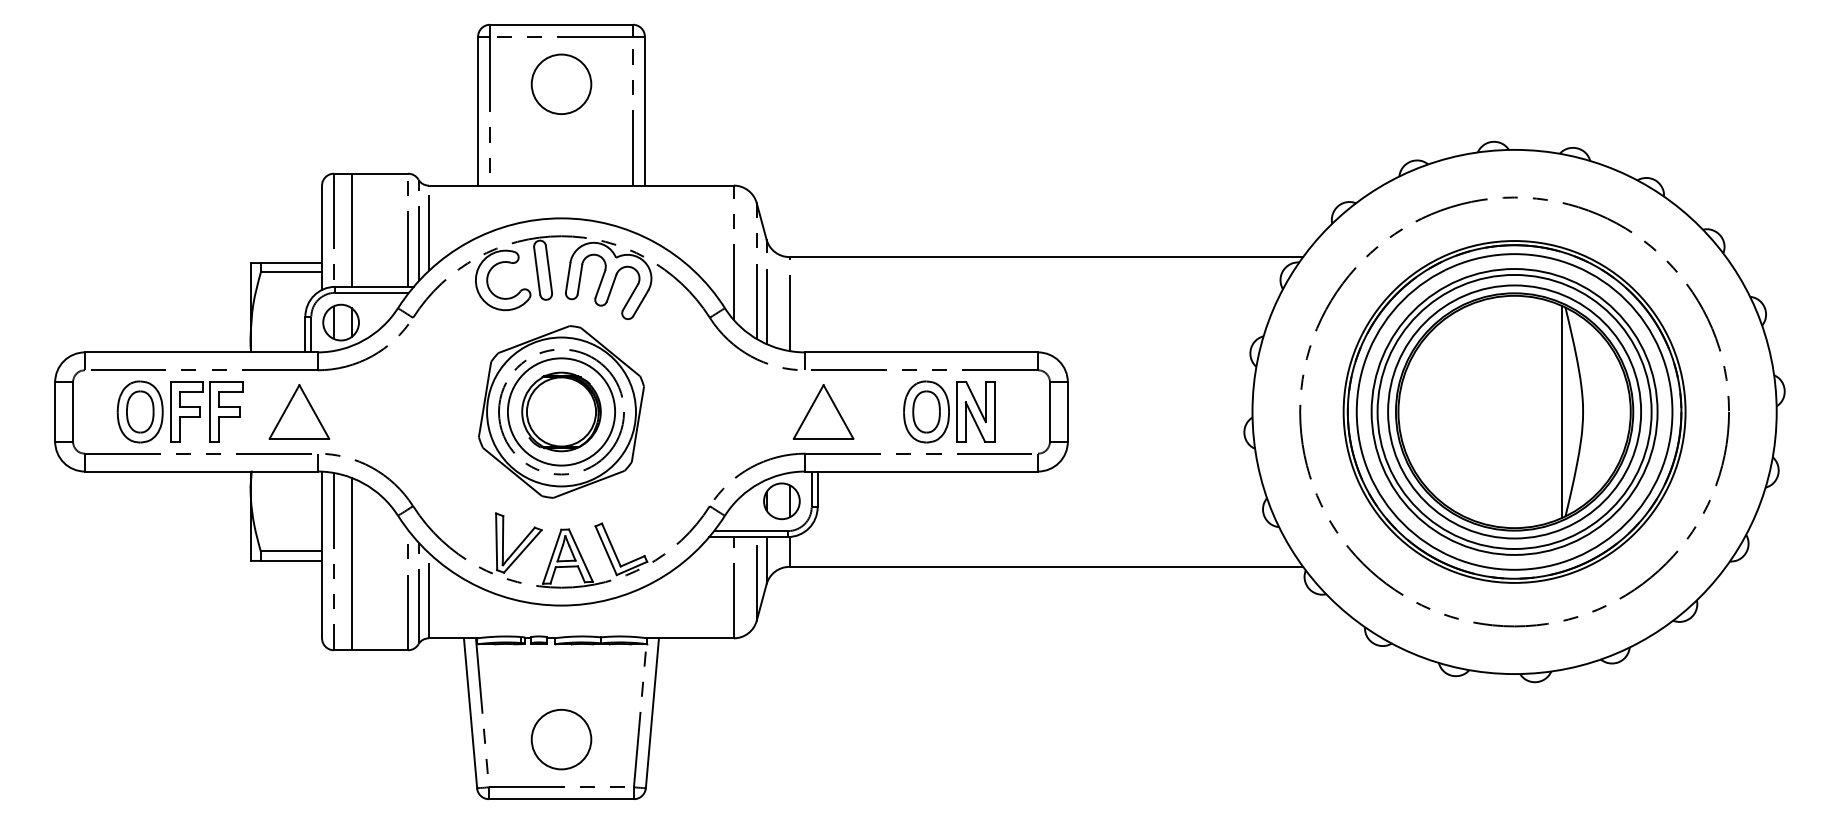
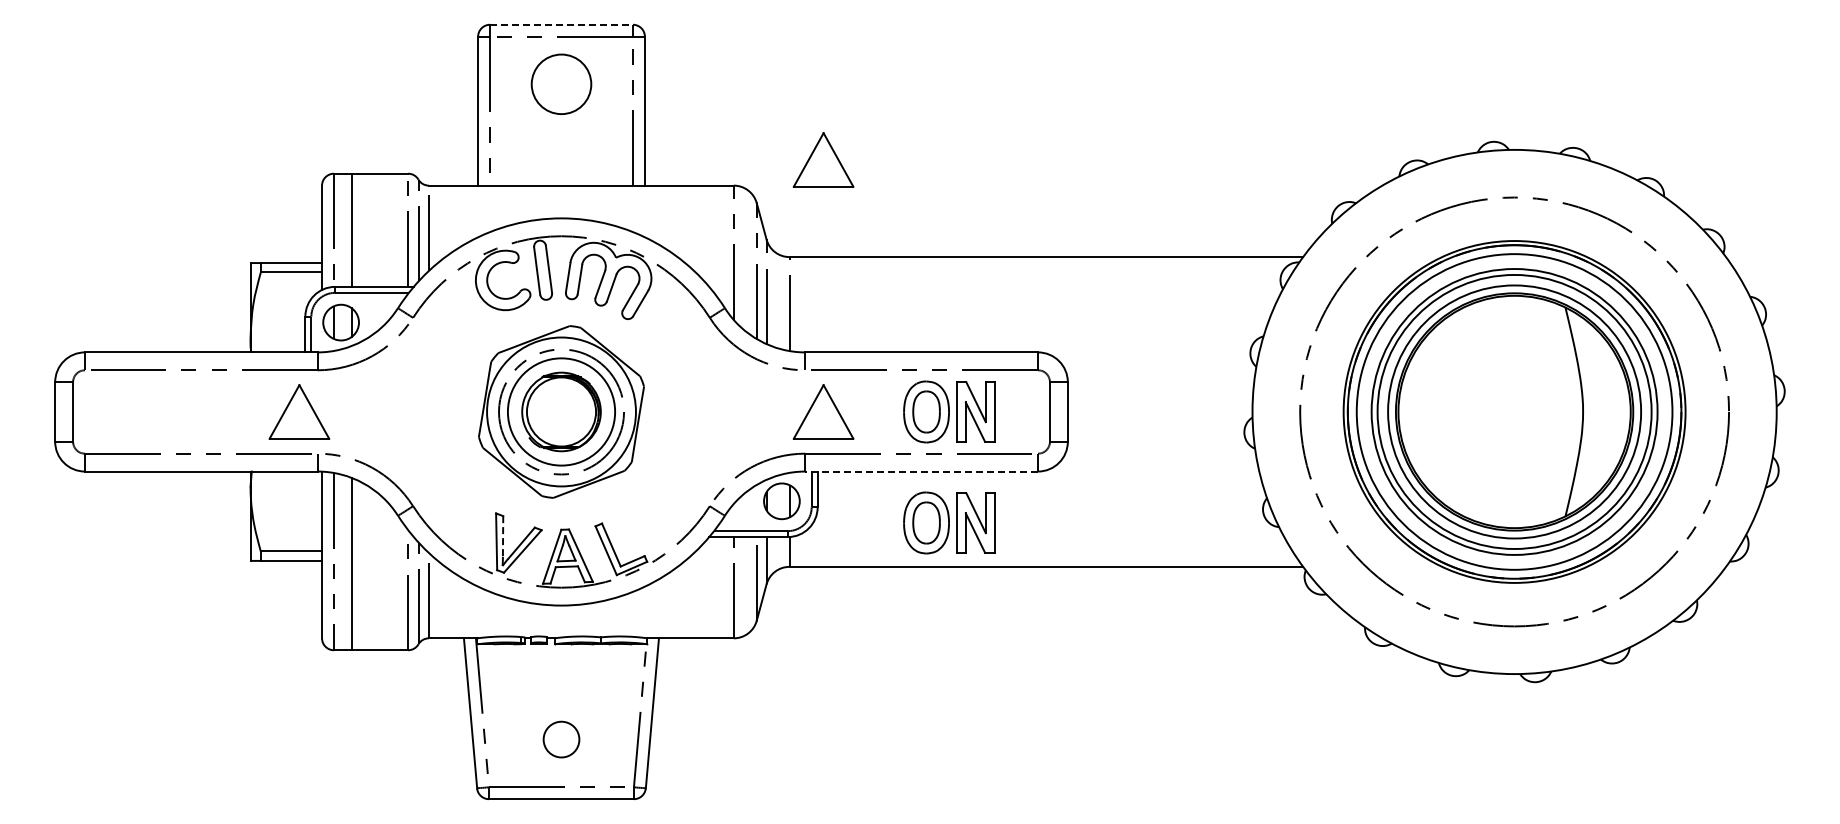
line at (562, 24): solid -> dashed
part at (823, 159): none -> present
part at (179, 411): present -> none
line at (1562, 411): present -> none
line at (921, 471): solid -> dashed
part at (949, 522): none -> present
line at (503, 536): solid -> dashed
circle at (561, 739) diameter: 60 px -> 36 px
